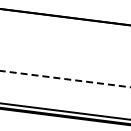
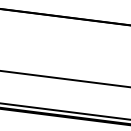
line at (64, 79): dashed -> solid
